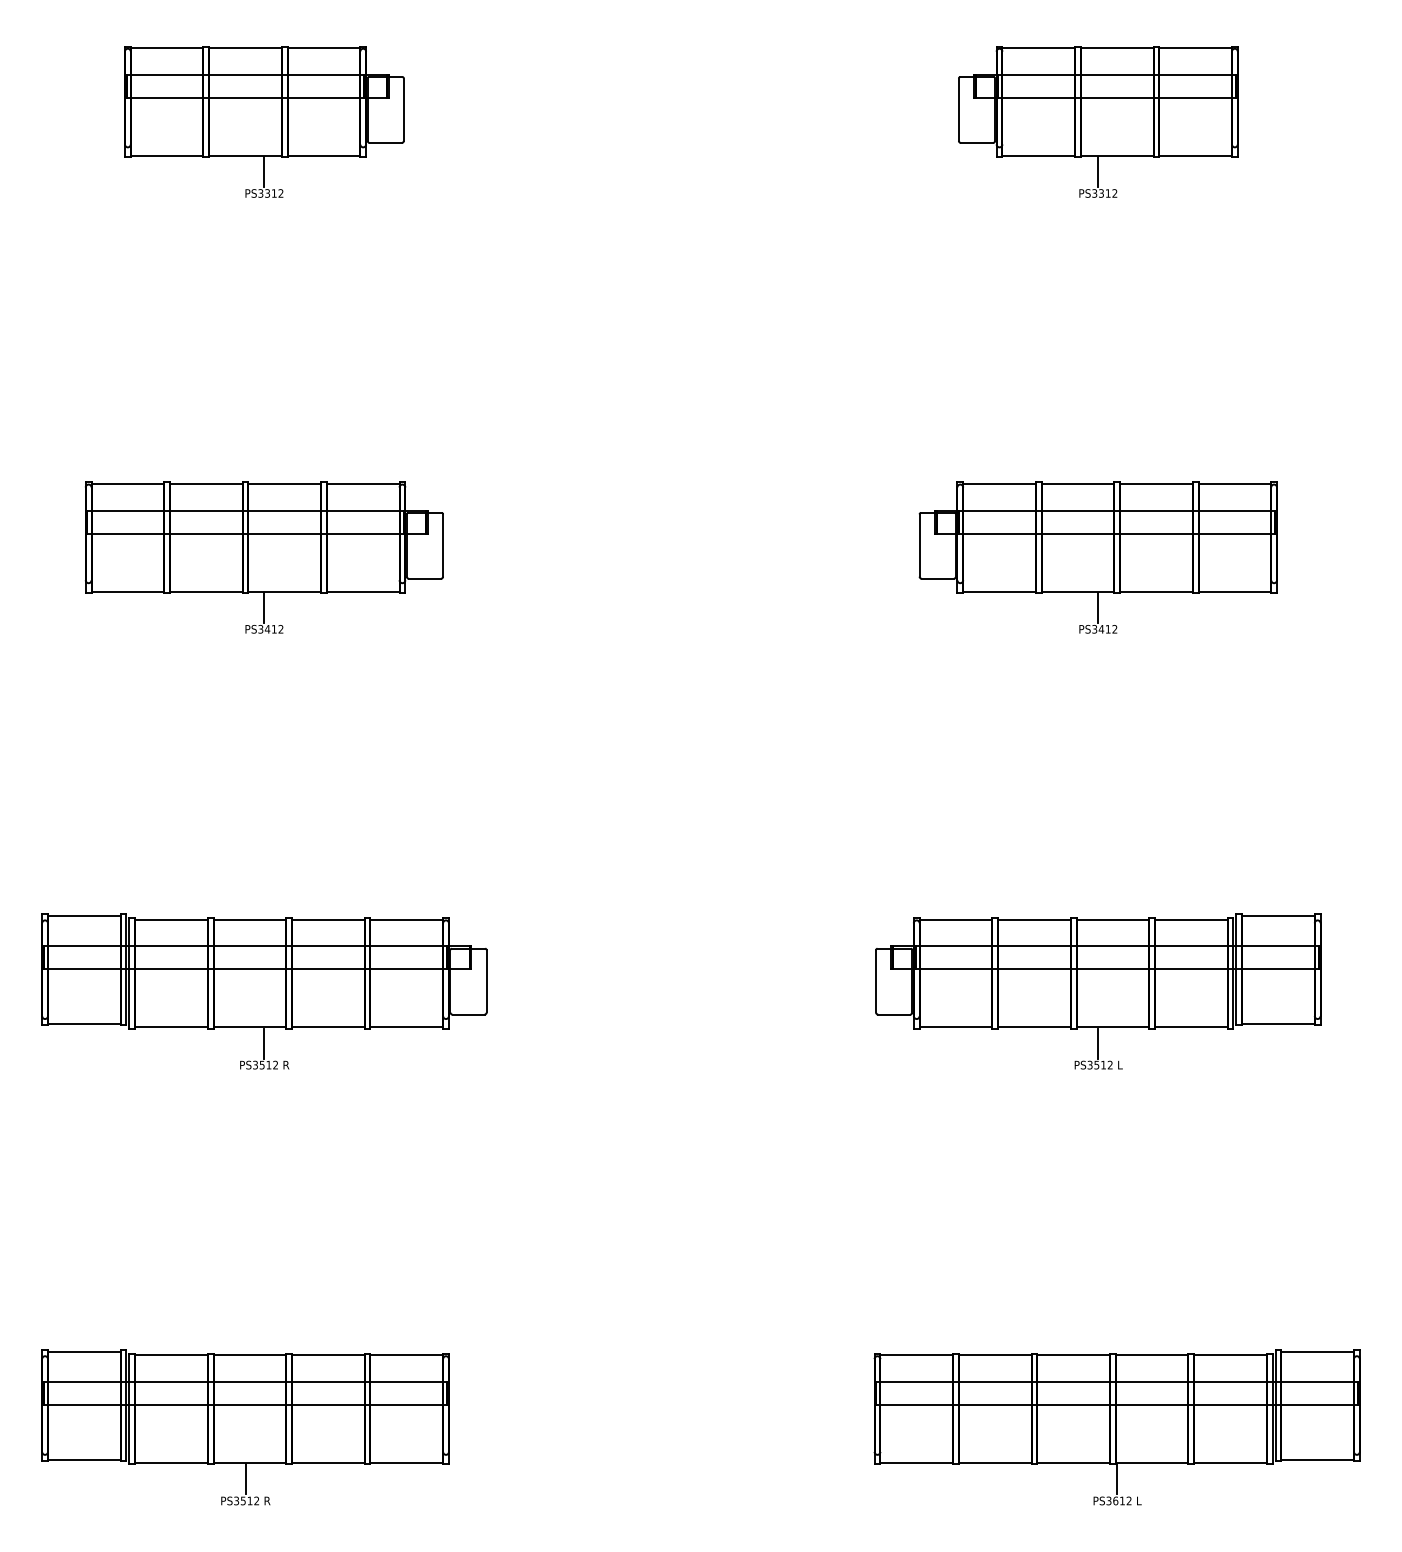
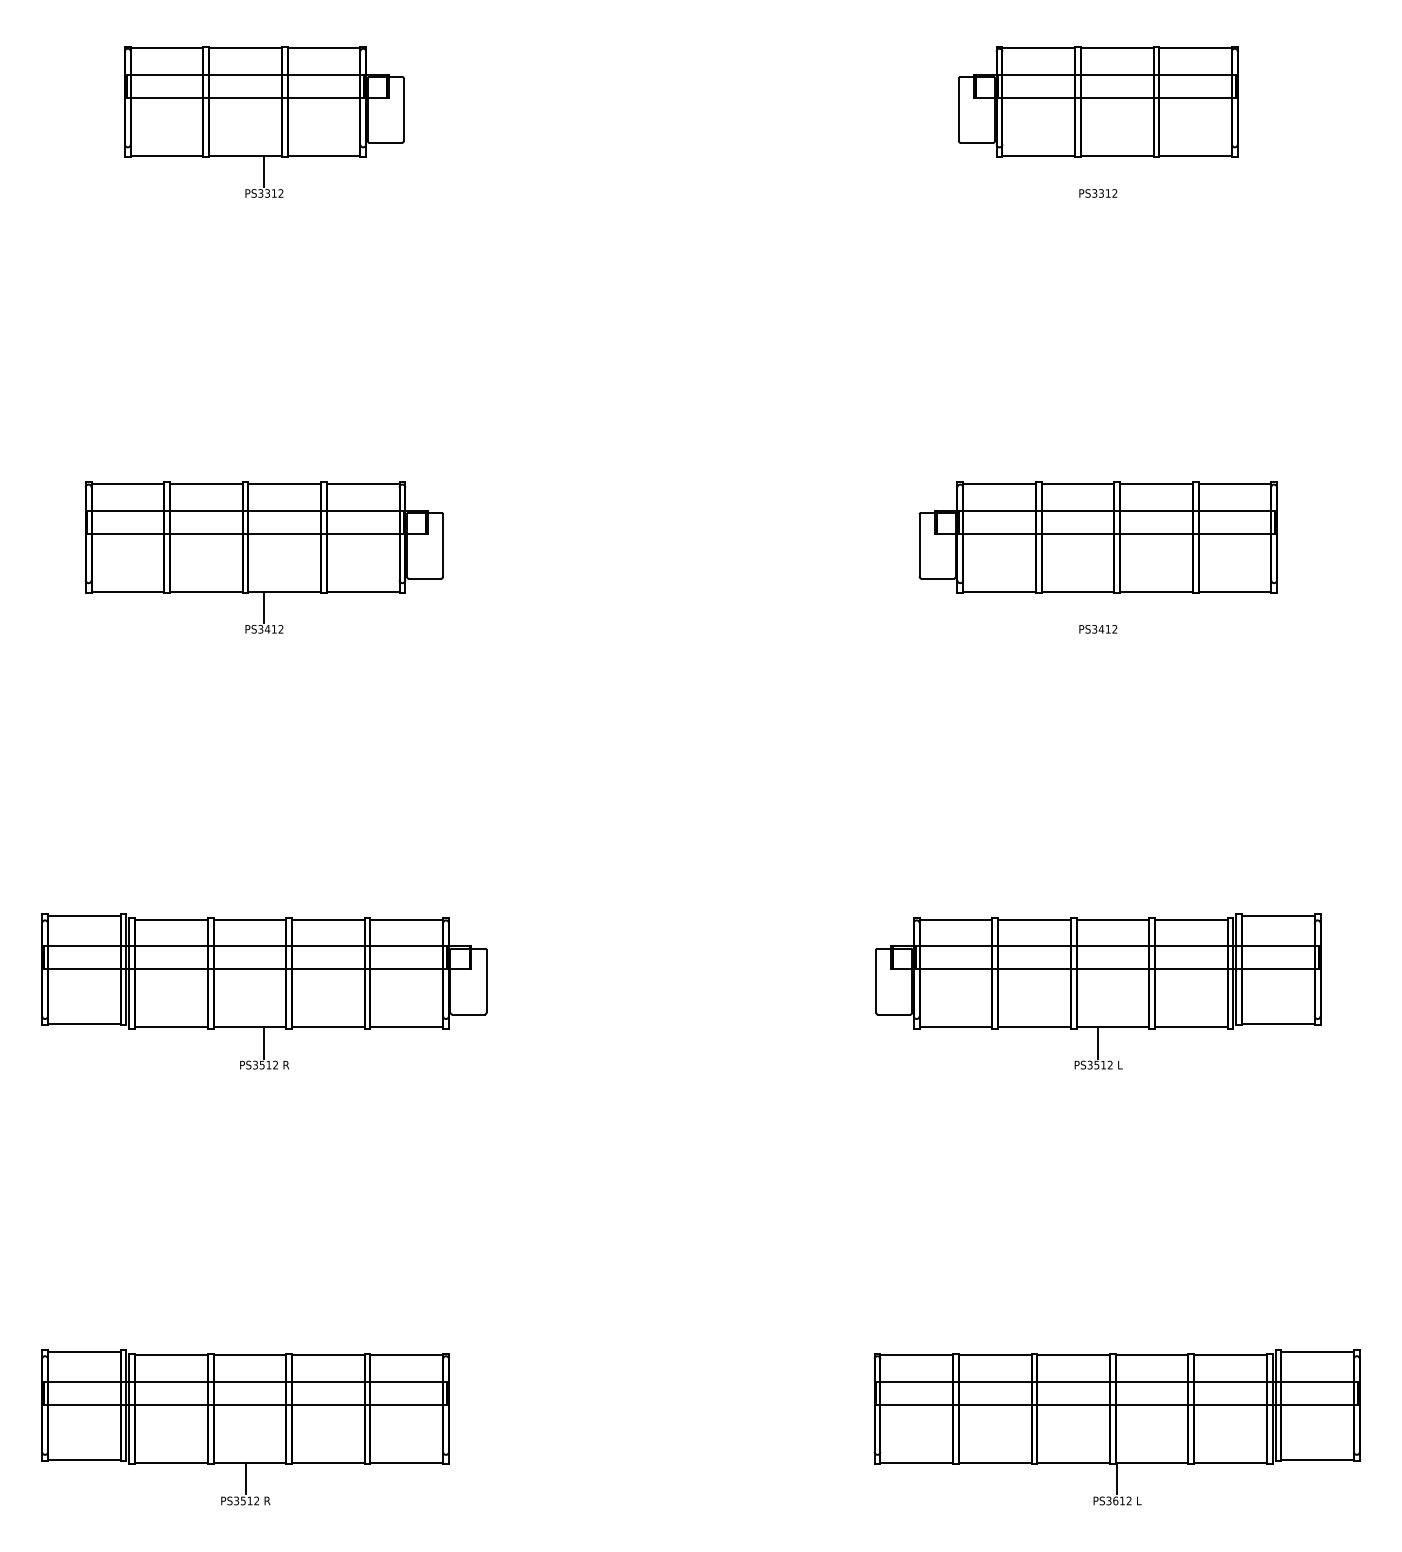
line at (1098, 171): present -> none
line at (1098, 607): present -> none
